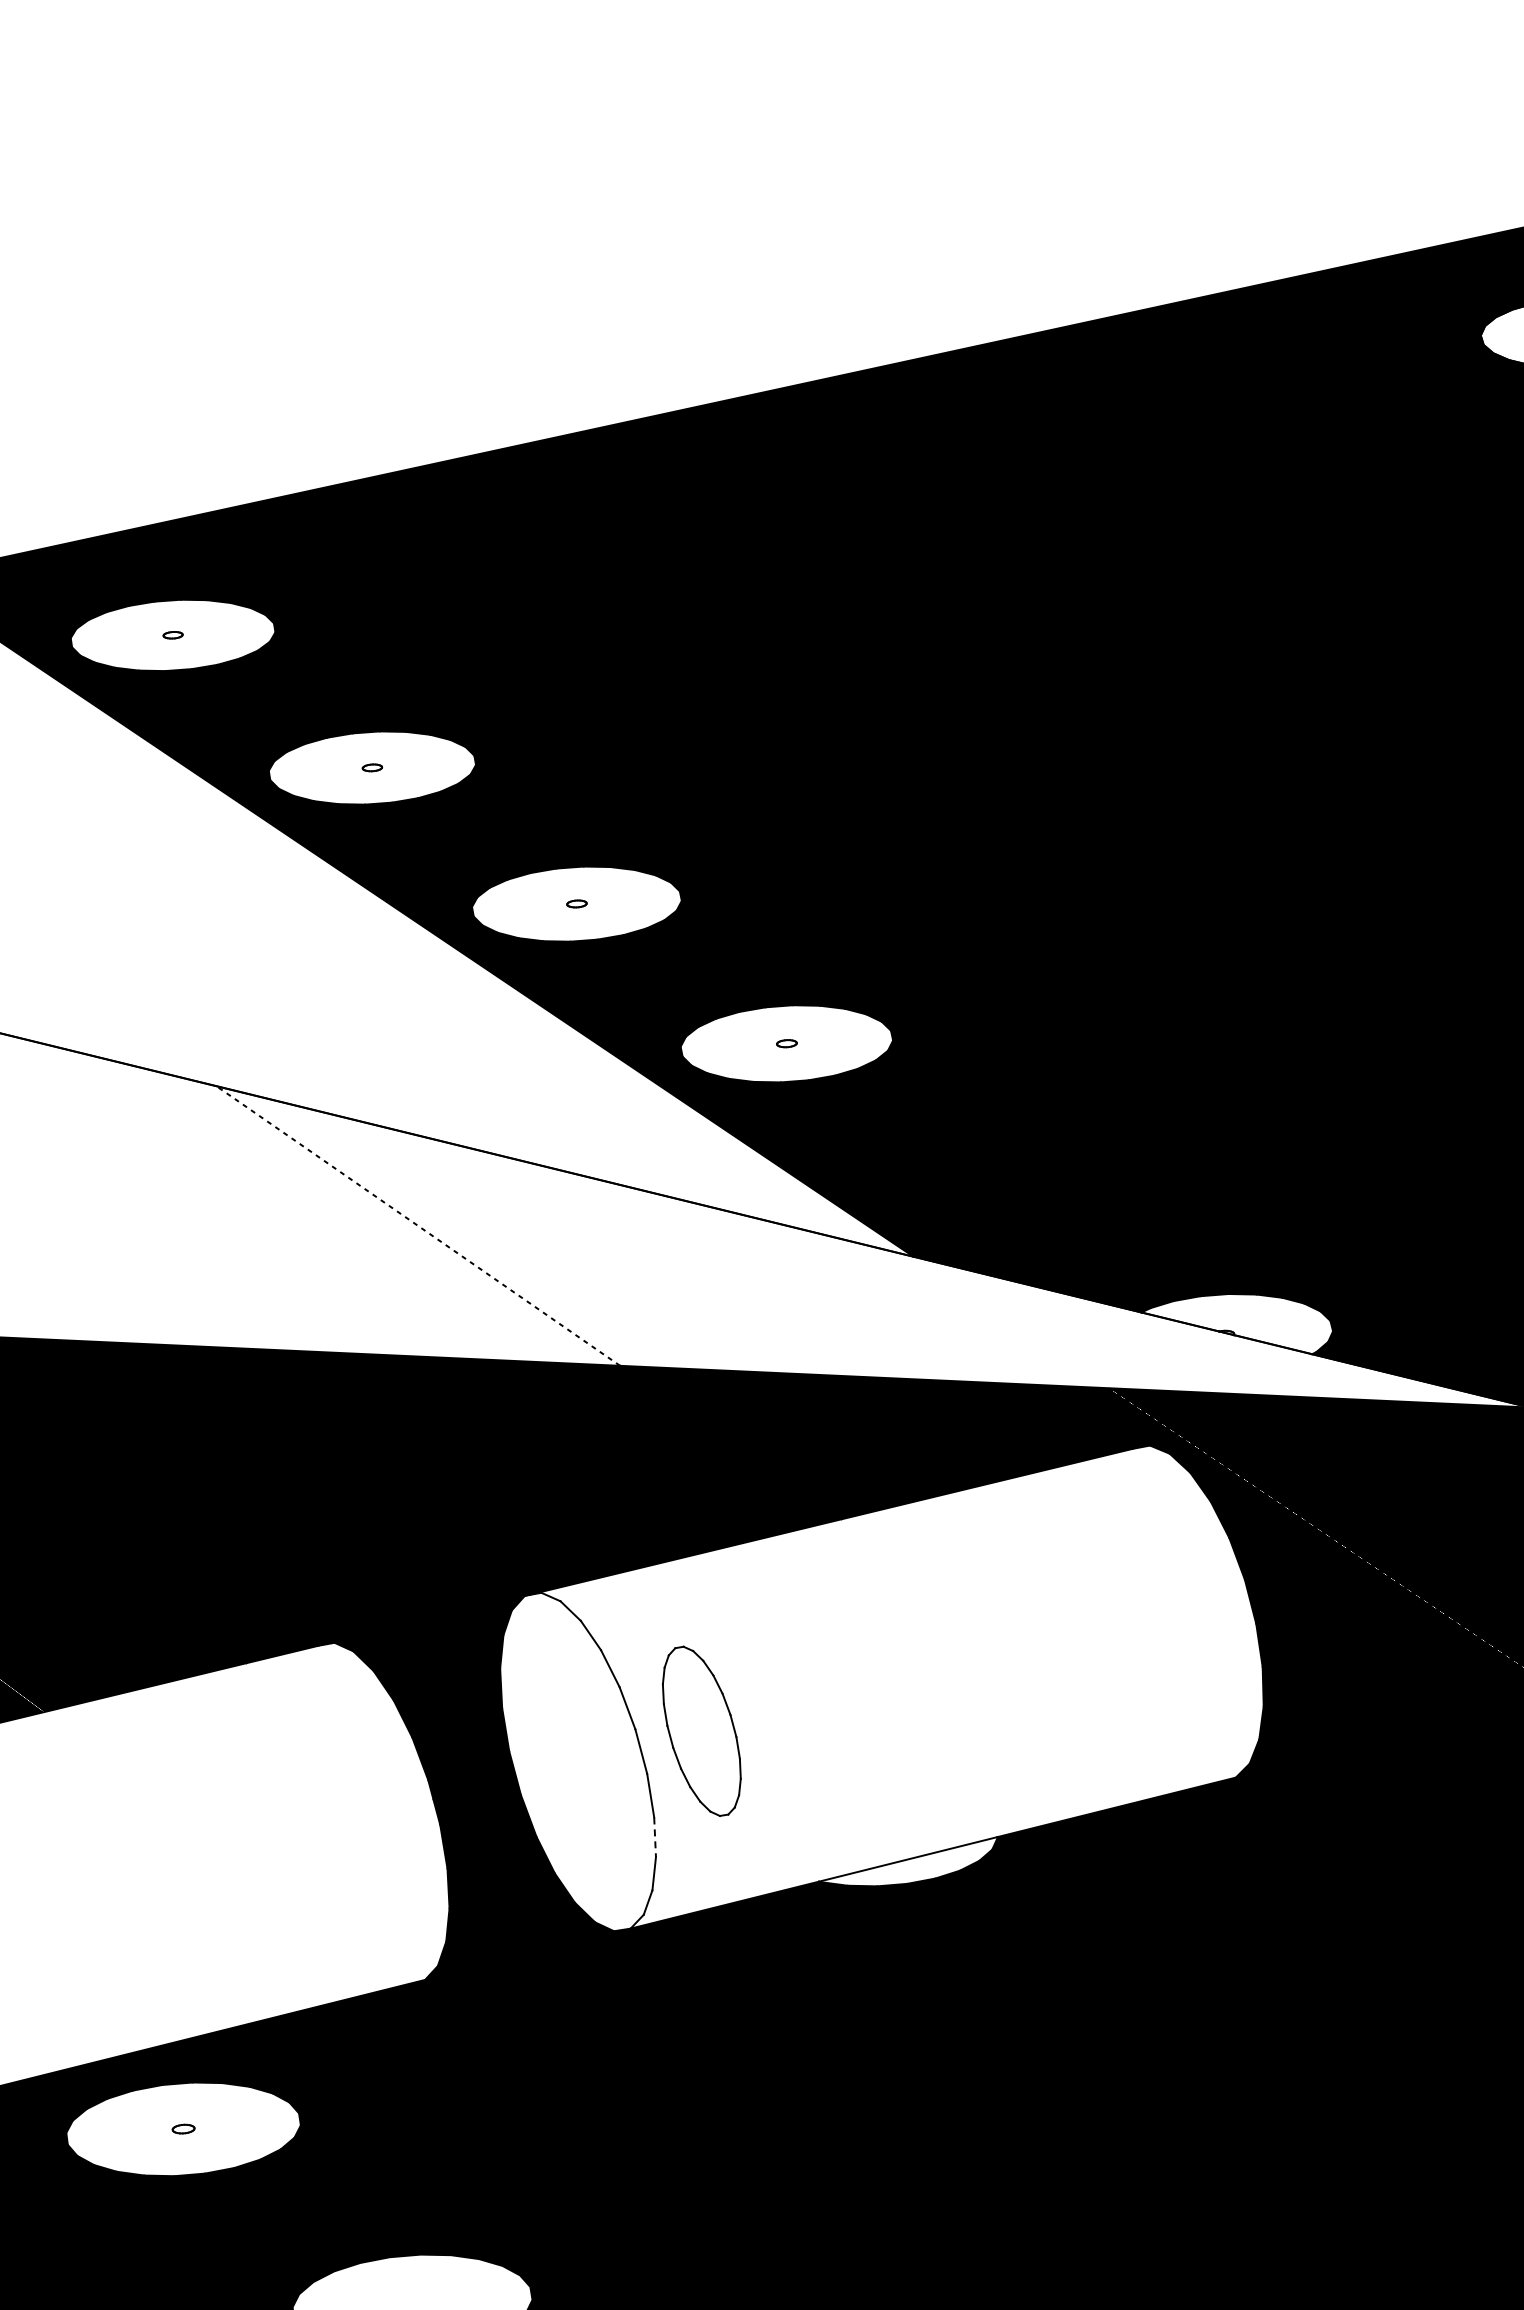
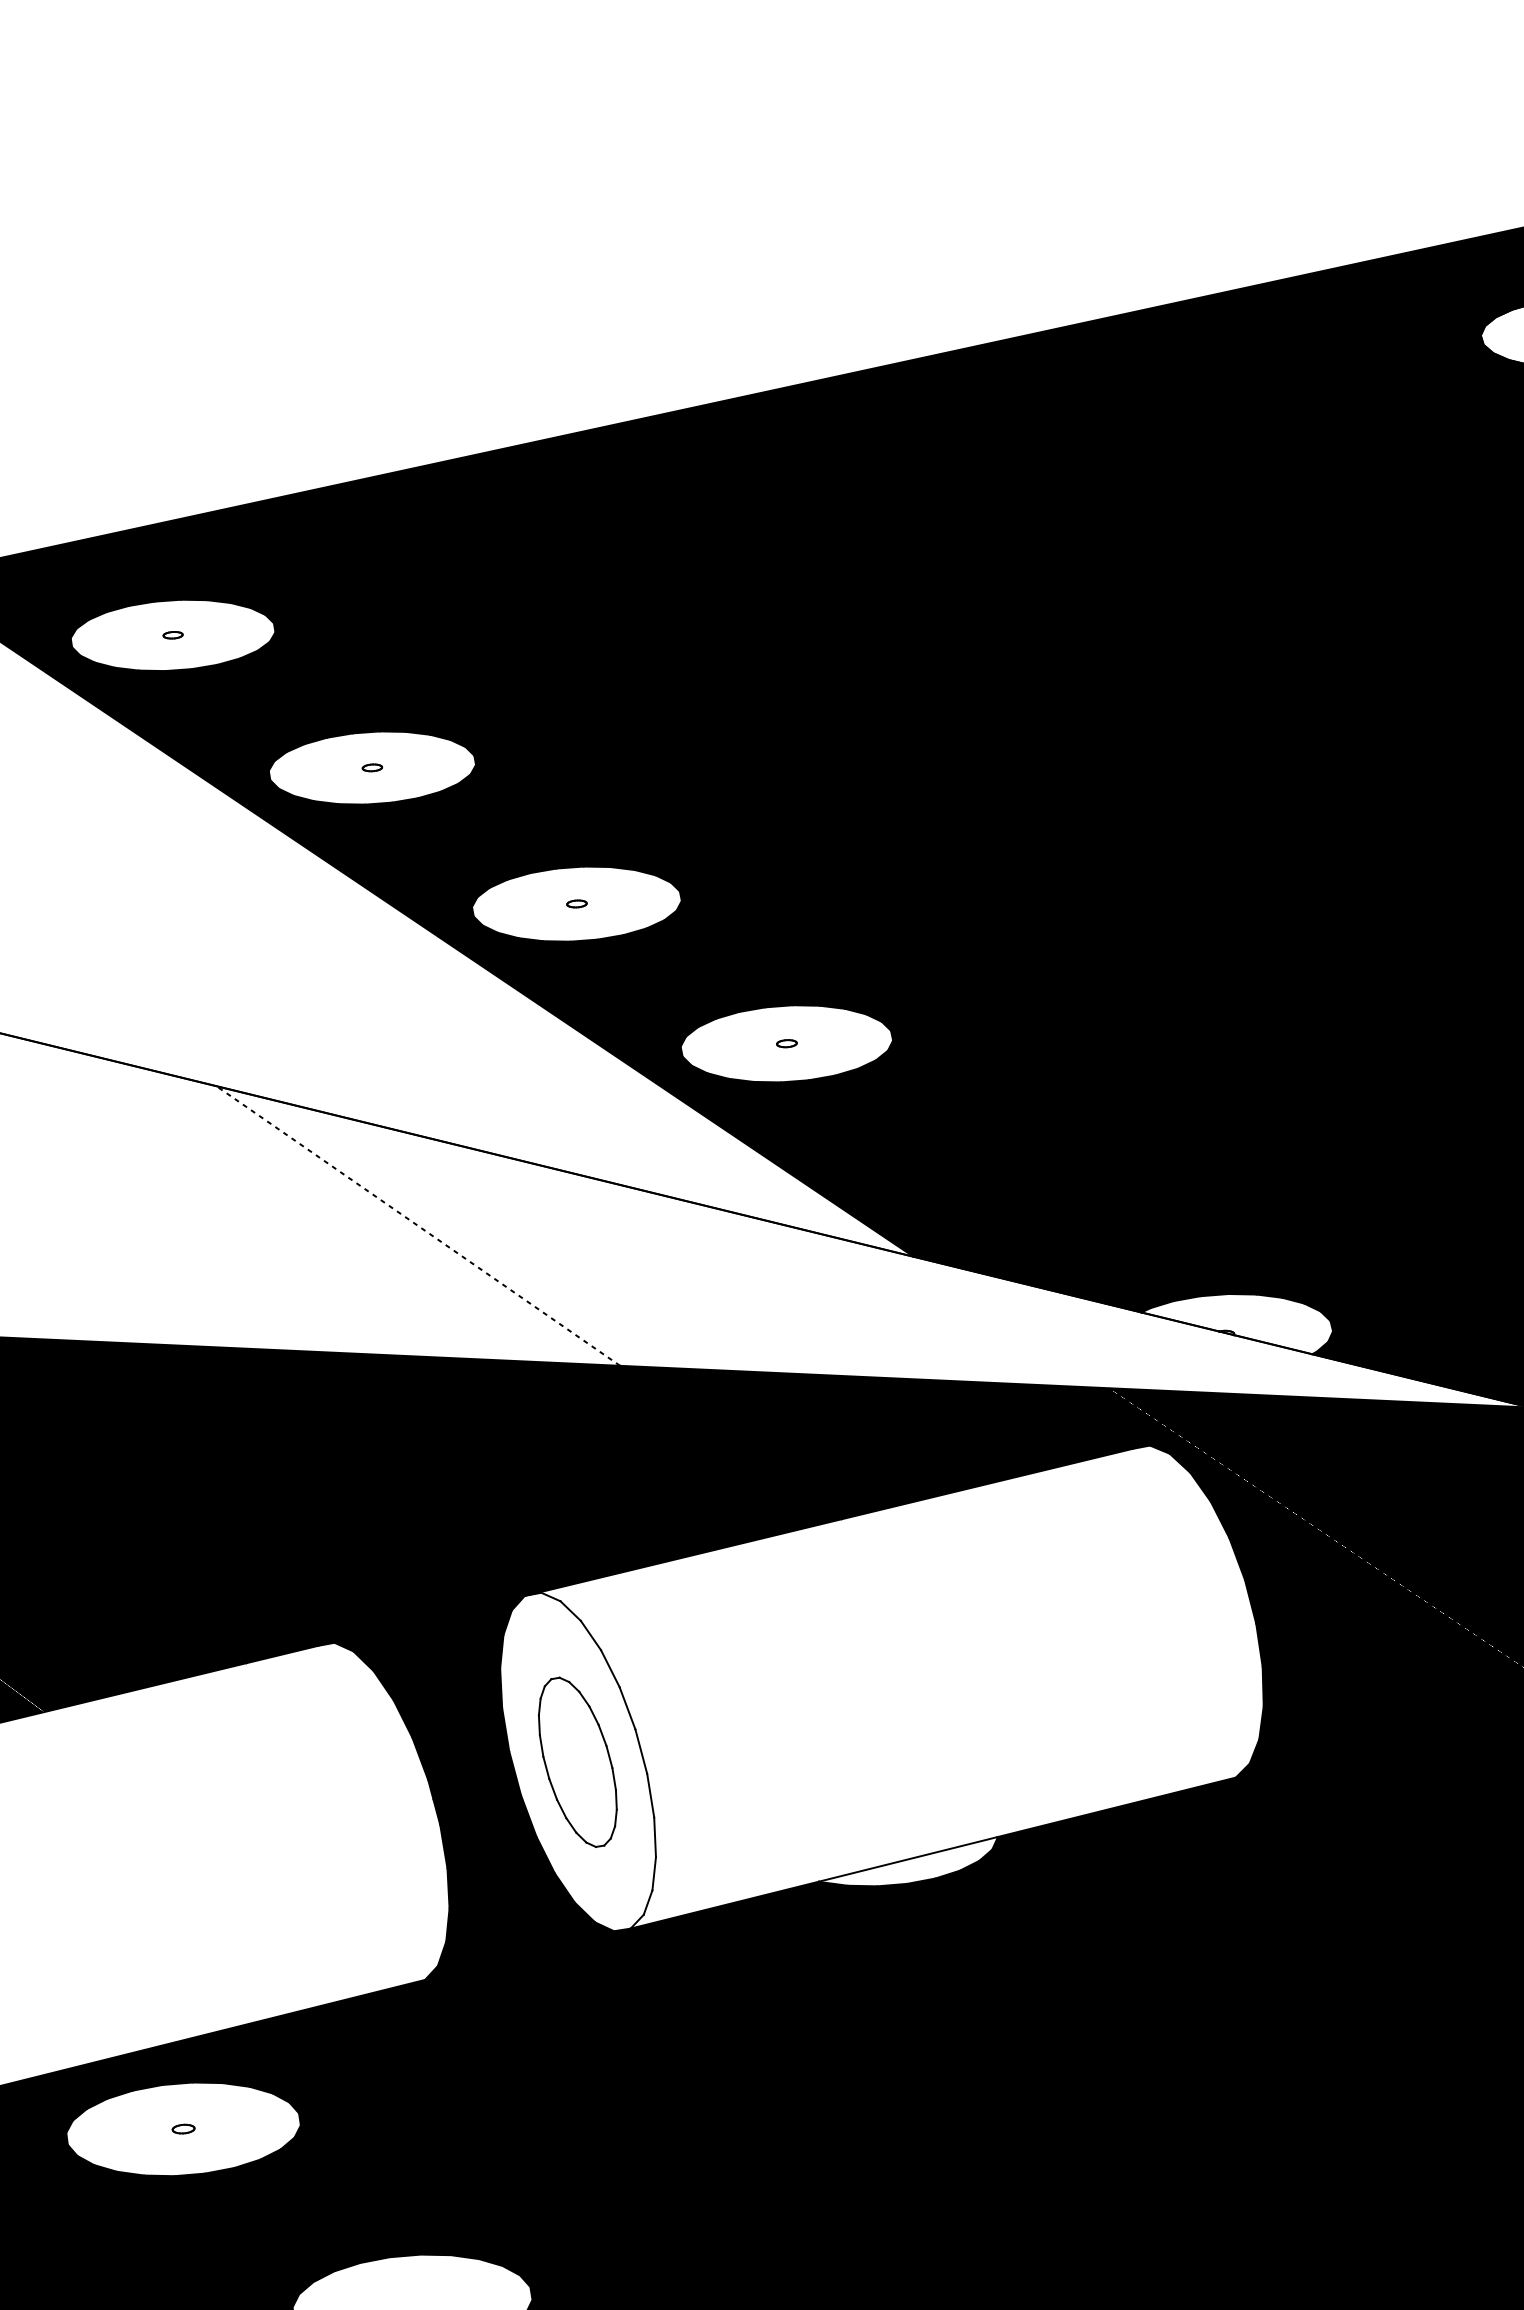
part at (701, 1730) position: (701, 1730) -> (577, 1761)
line at (655, 1837): dashed -> solid
